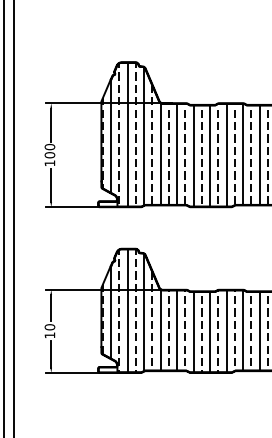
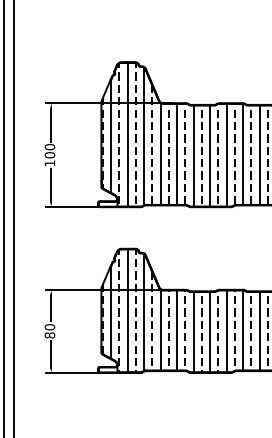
text at (49, 335): 10 -> 80
